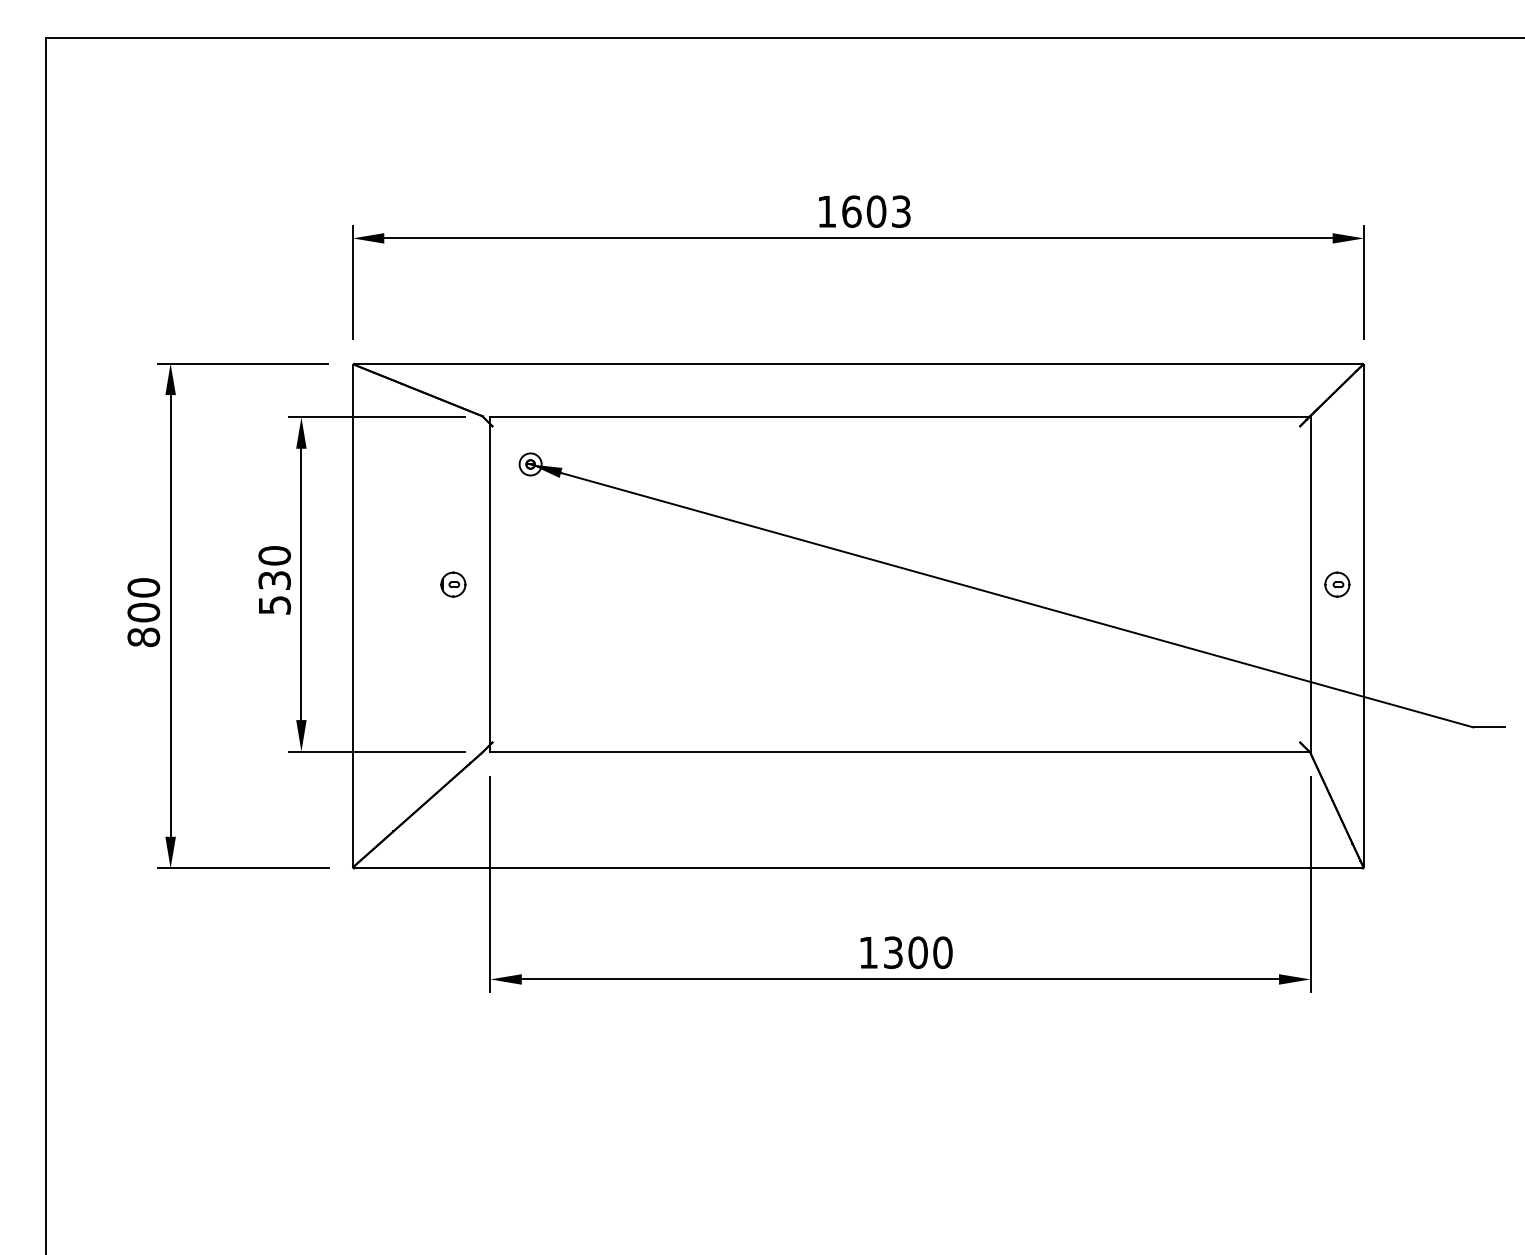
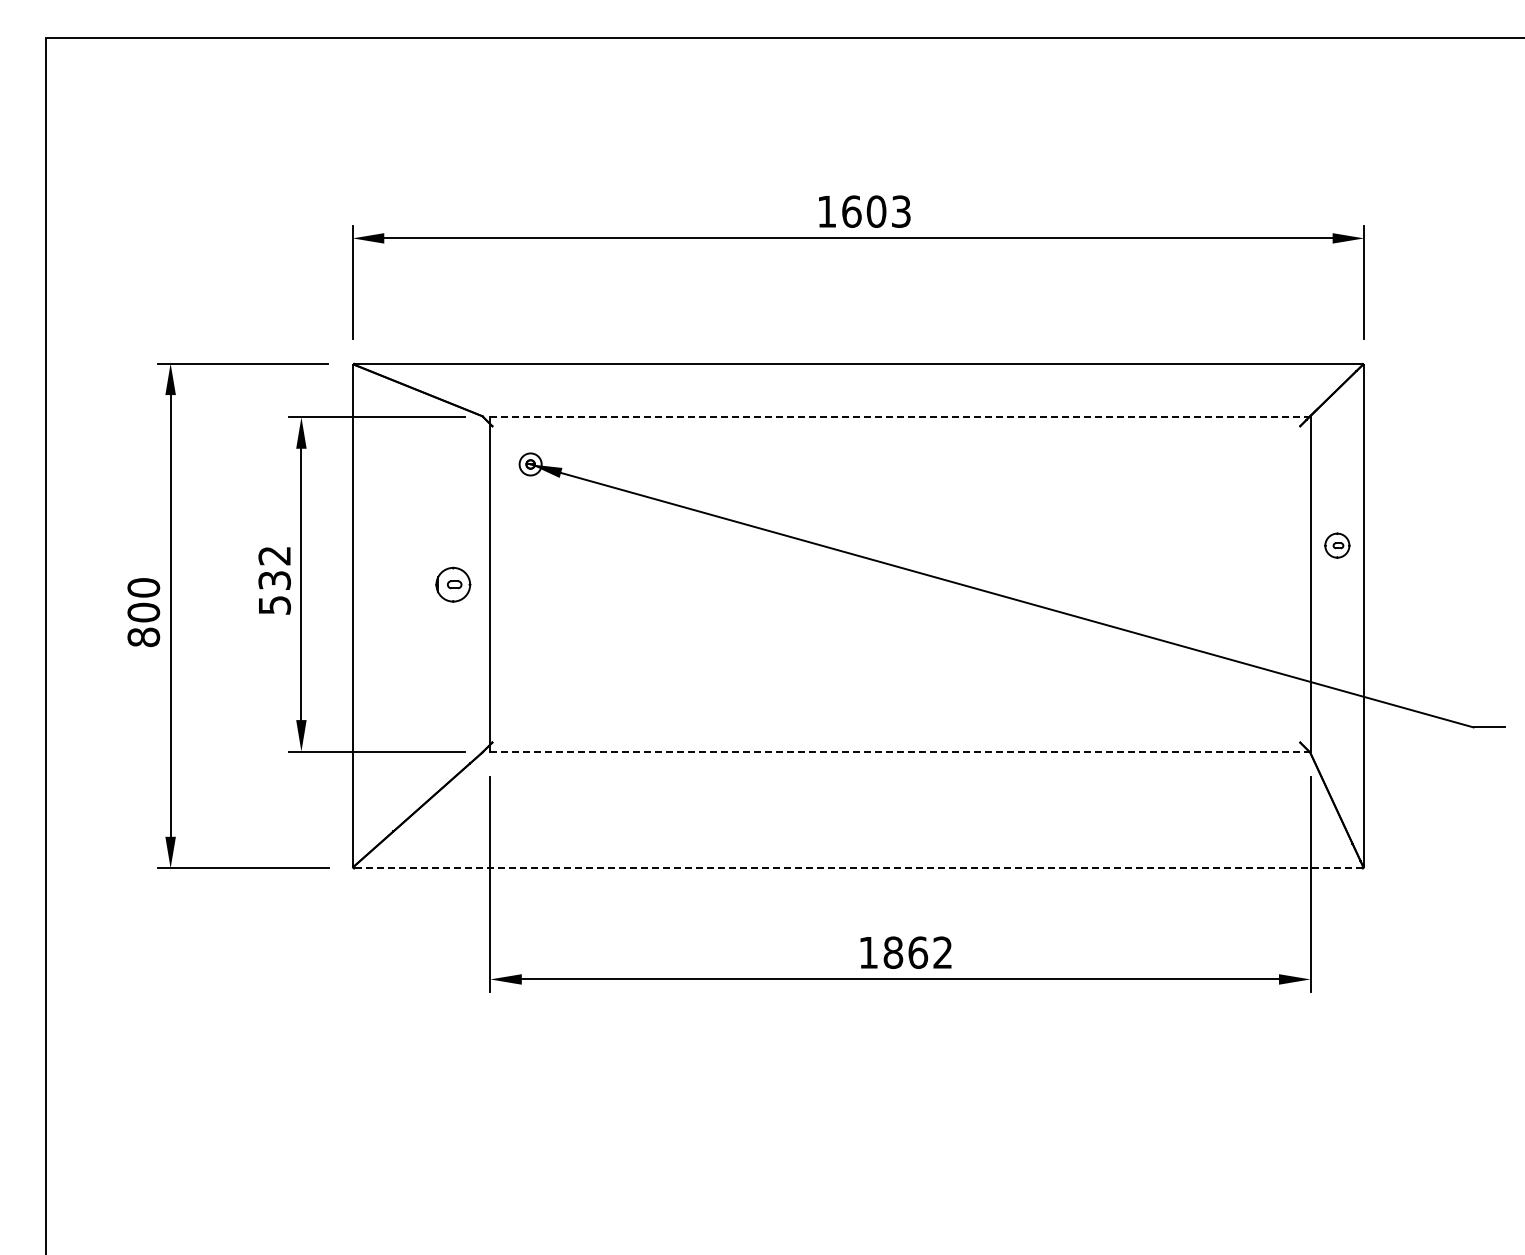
line at (900, 417): solid -> dashed
text at (274, 555): 530 -> 532
part at (453, 584) size: 27x27 px -> 37x37 px
part at (1337, 584) position: (1337, 584) -> (1337, 545)
line at (899, 751): solid -> dashed
line at (857, 868): solid -> dashed
text at (917, 952): 1300 -> 1862
